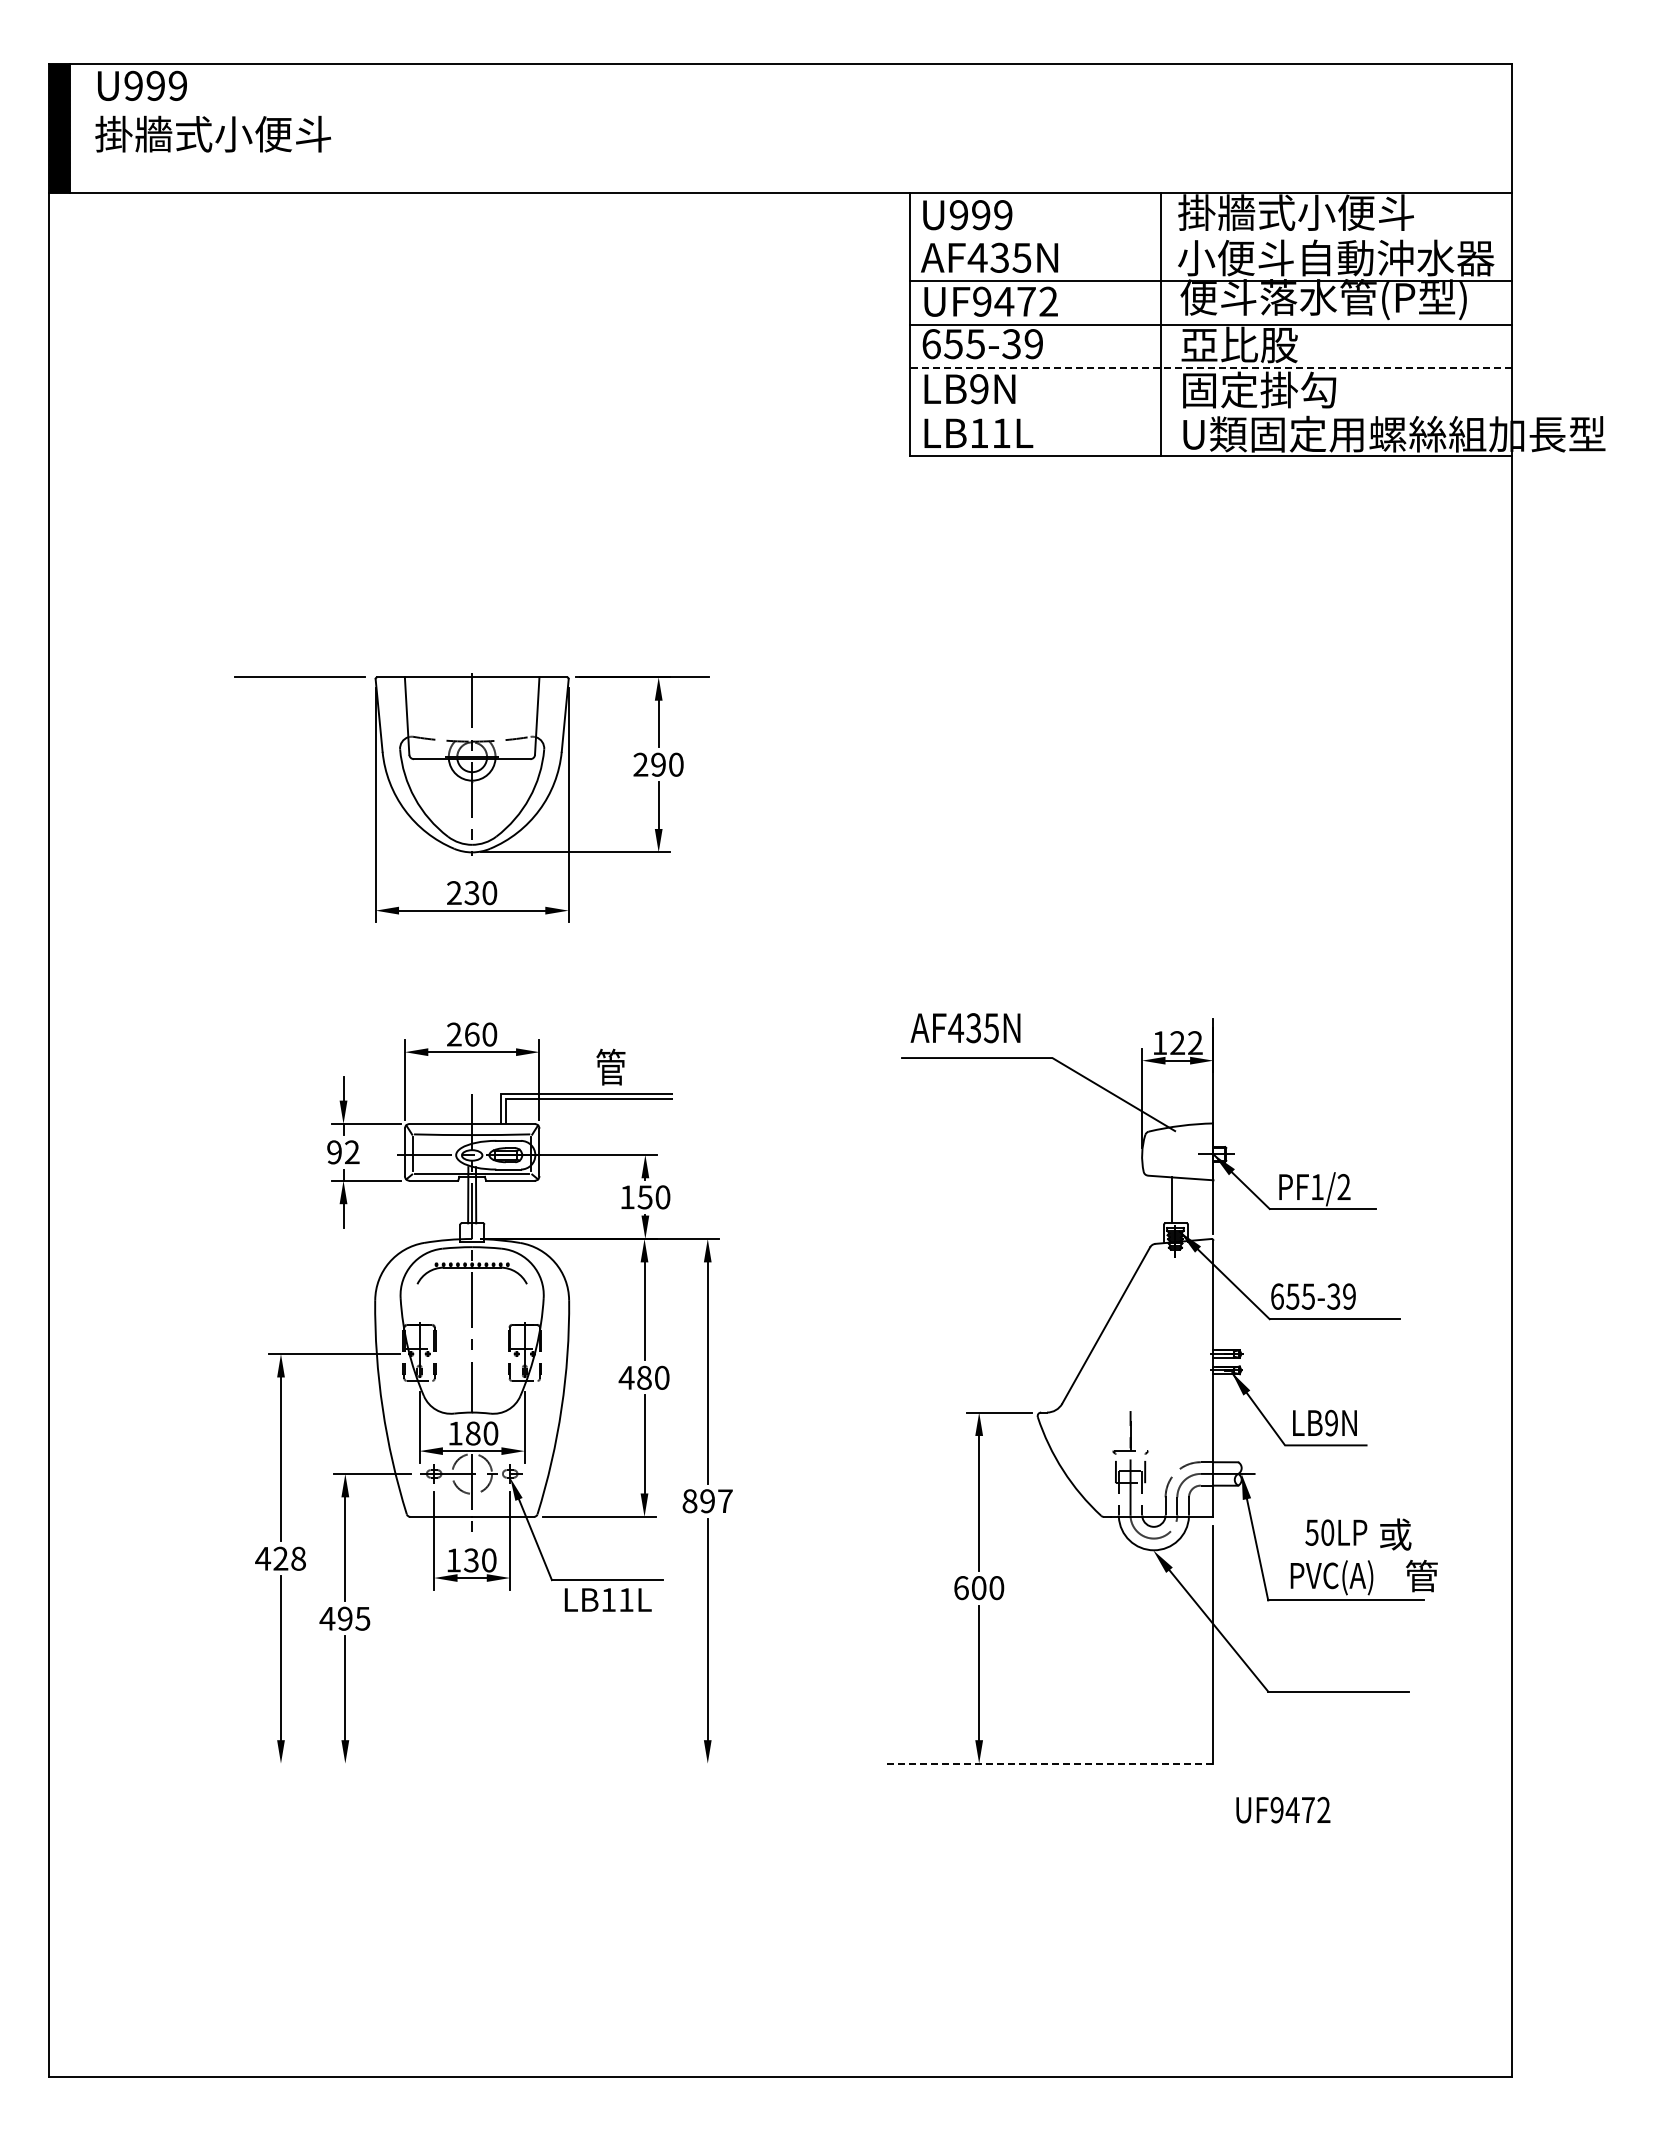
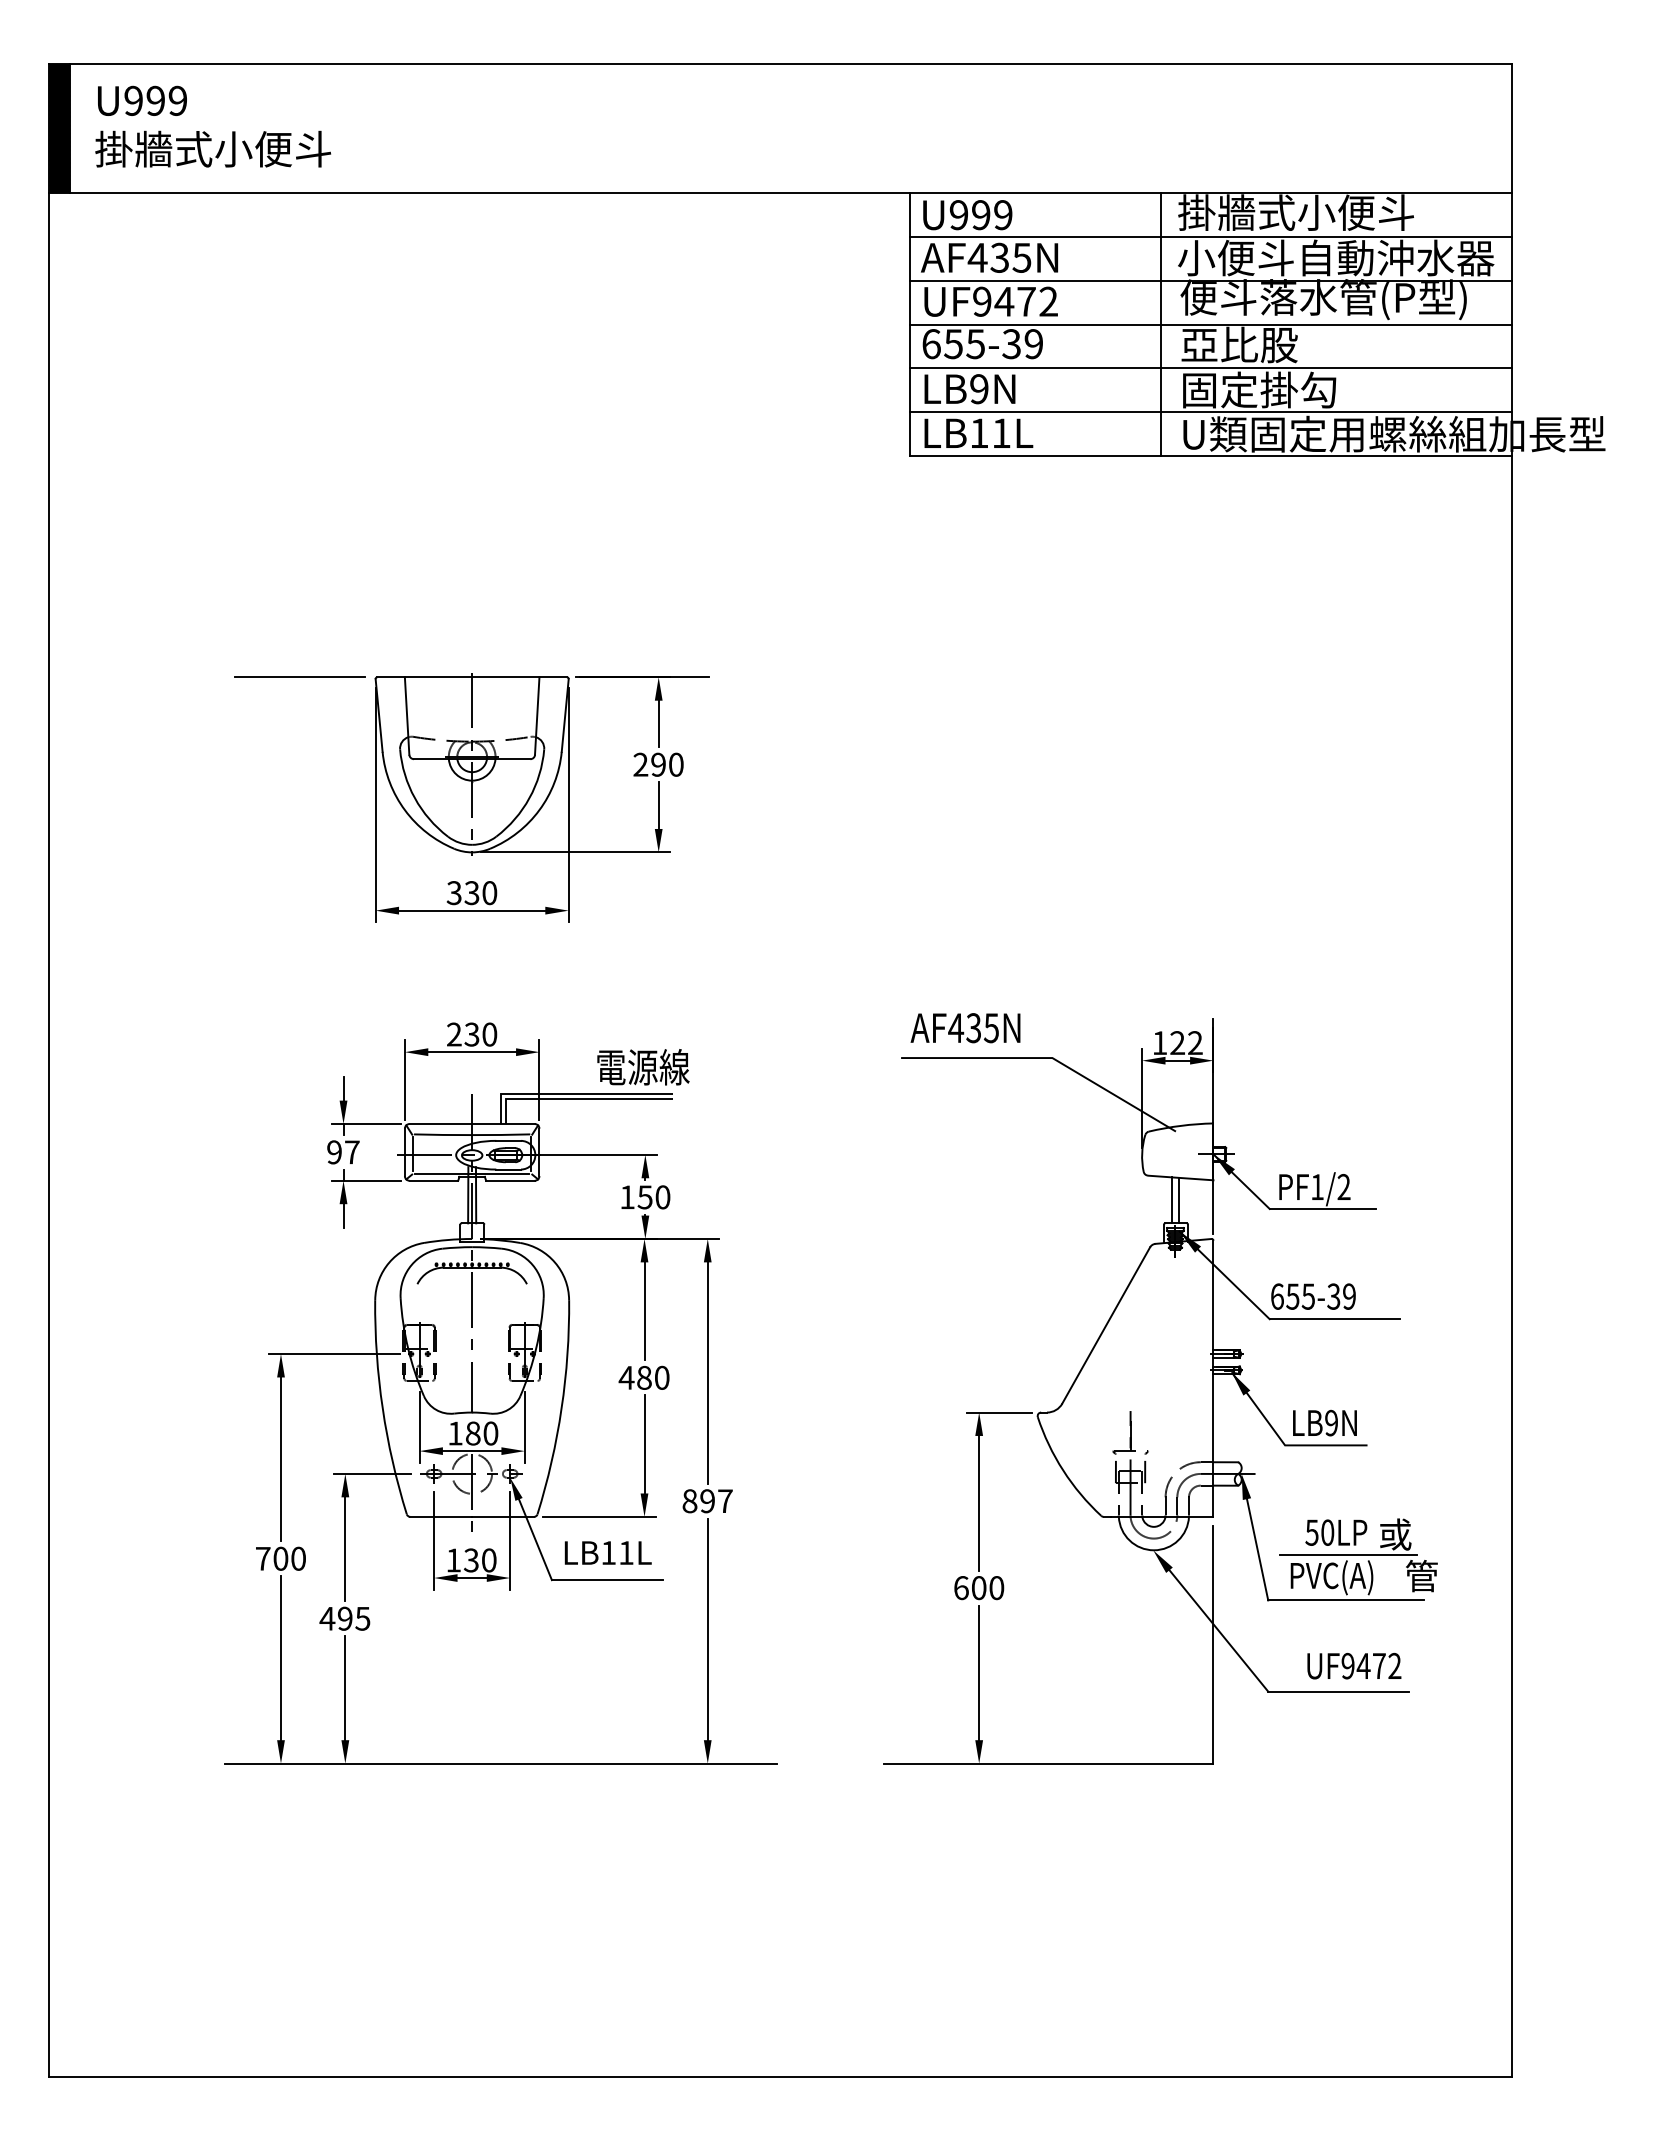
text at (213, 111) position: (213, 111) -> (213, 126)
line at (1210, 236): none -> present
line at (1210, 368): dashed -> solid
line at (1210, 412): none -> present
text at (453, 893): 230 -> 330
text at (471, 1034): 260 -> 230
text at (642, 1066): 管 -> 電源線
text at (352, 1152): 92 -> 97
line at (1179, 1200): none -> present
line at (1348, 1554): none -> present
text at (280, 1558): 428 -> 700
text at (607, 1599) position: (607, 1599) -> (607, 1552)
line at (500, 1763): none -> present
line at (1048, 1763): dashed -> solid
text at (1283, 1809) position: (1283, 1809) -> (1354, 1665)
